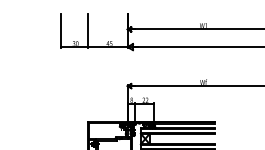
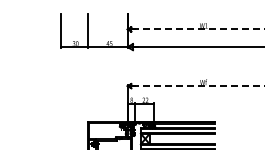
line at (198, 29): solid -> dashed
line at (198, 86): solid -> dashed
